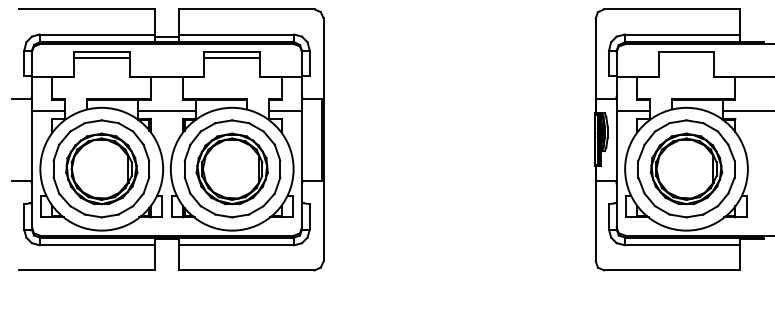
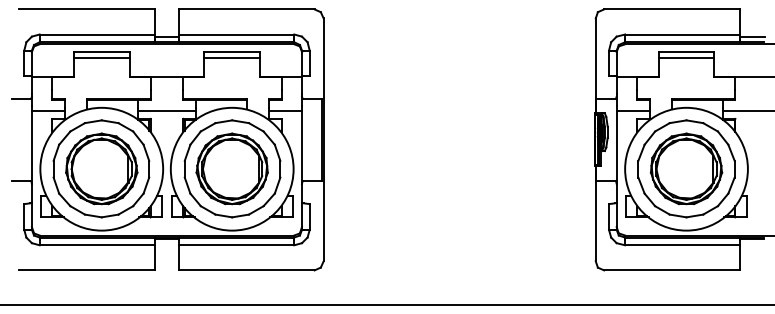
line at (751, 37): none -> present
line at (686, 58): none -> present
line at (386, 304): none -> present
